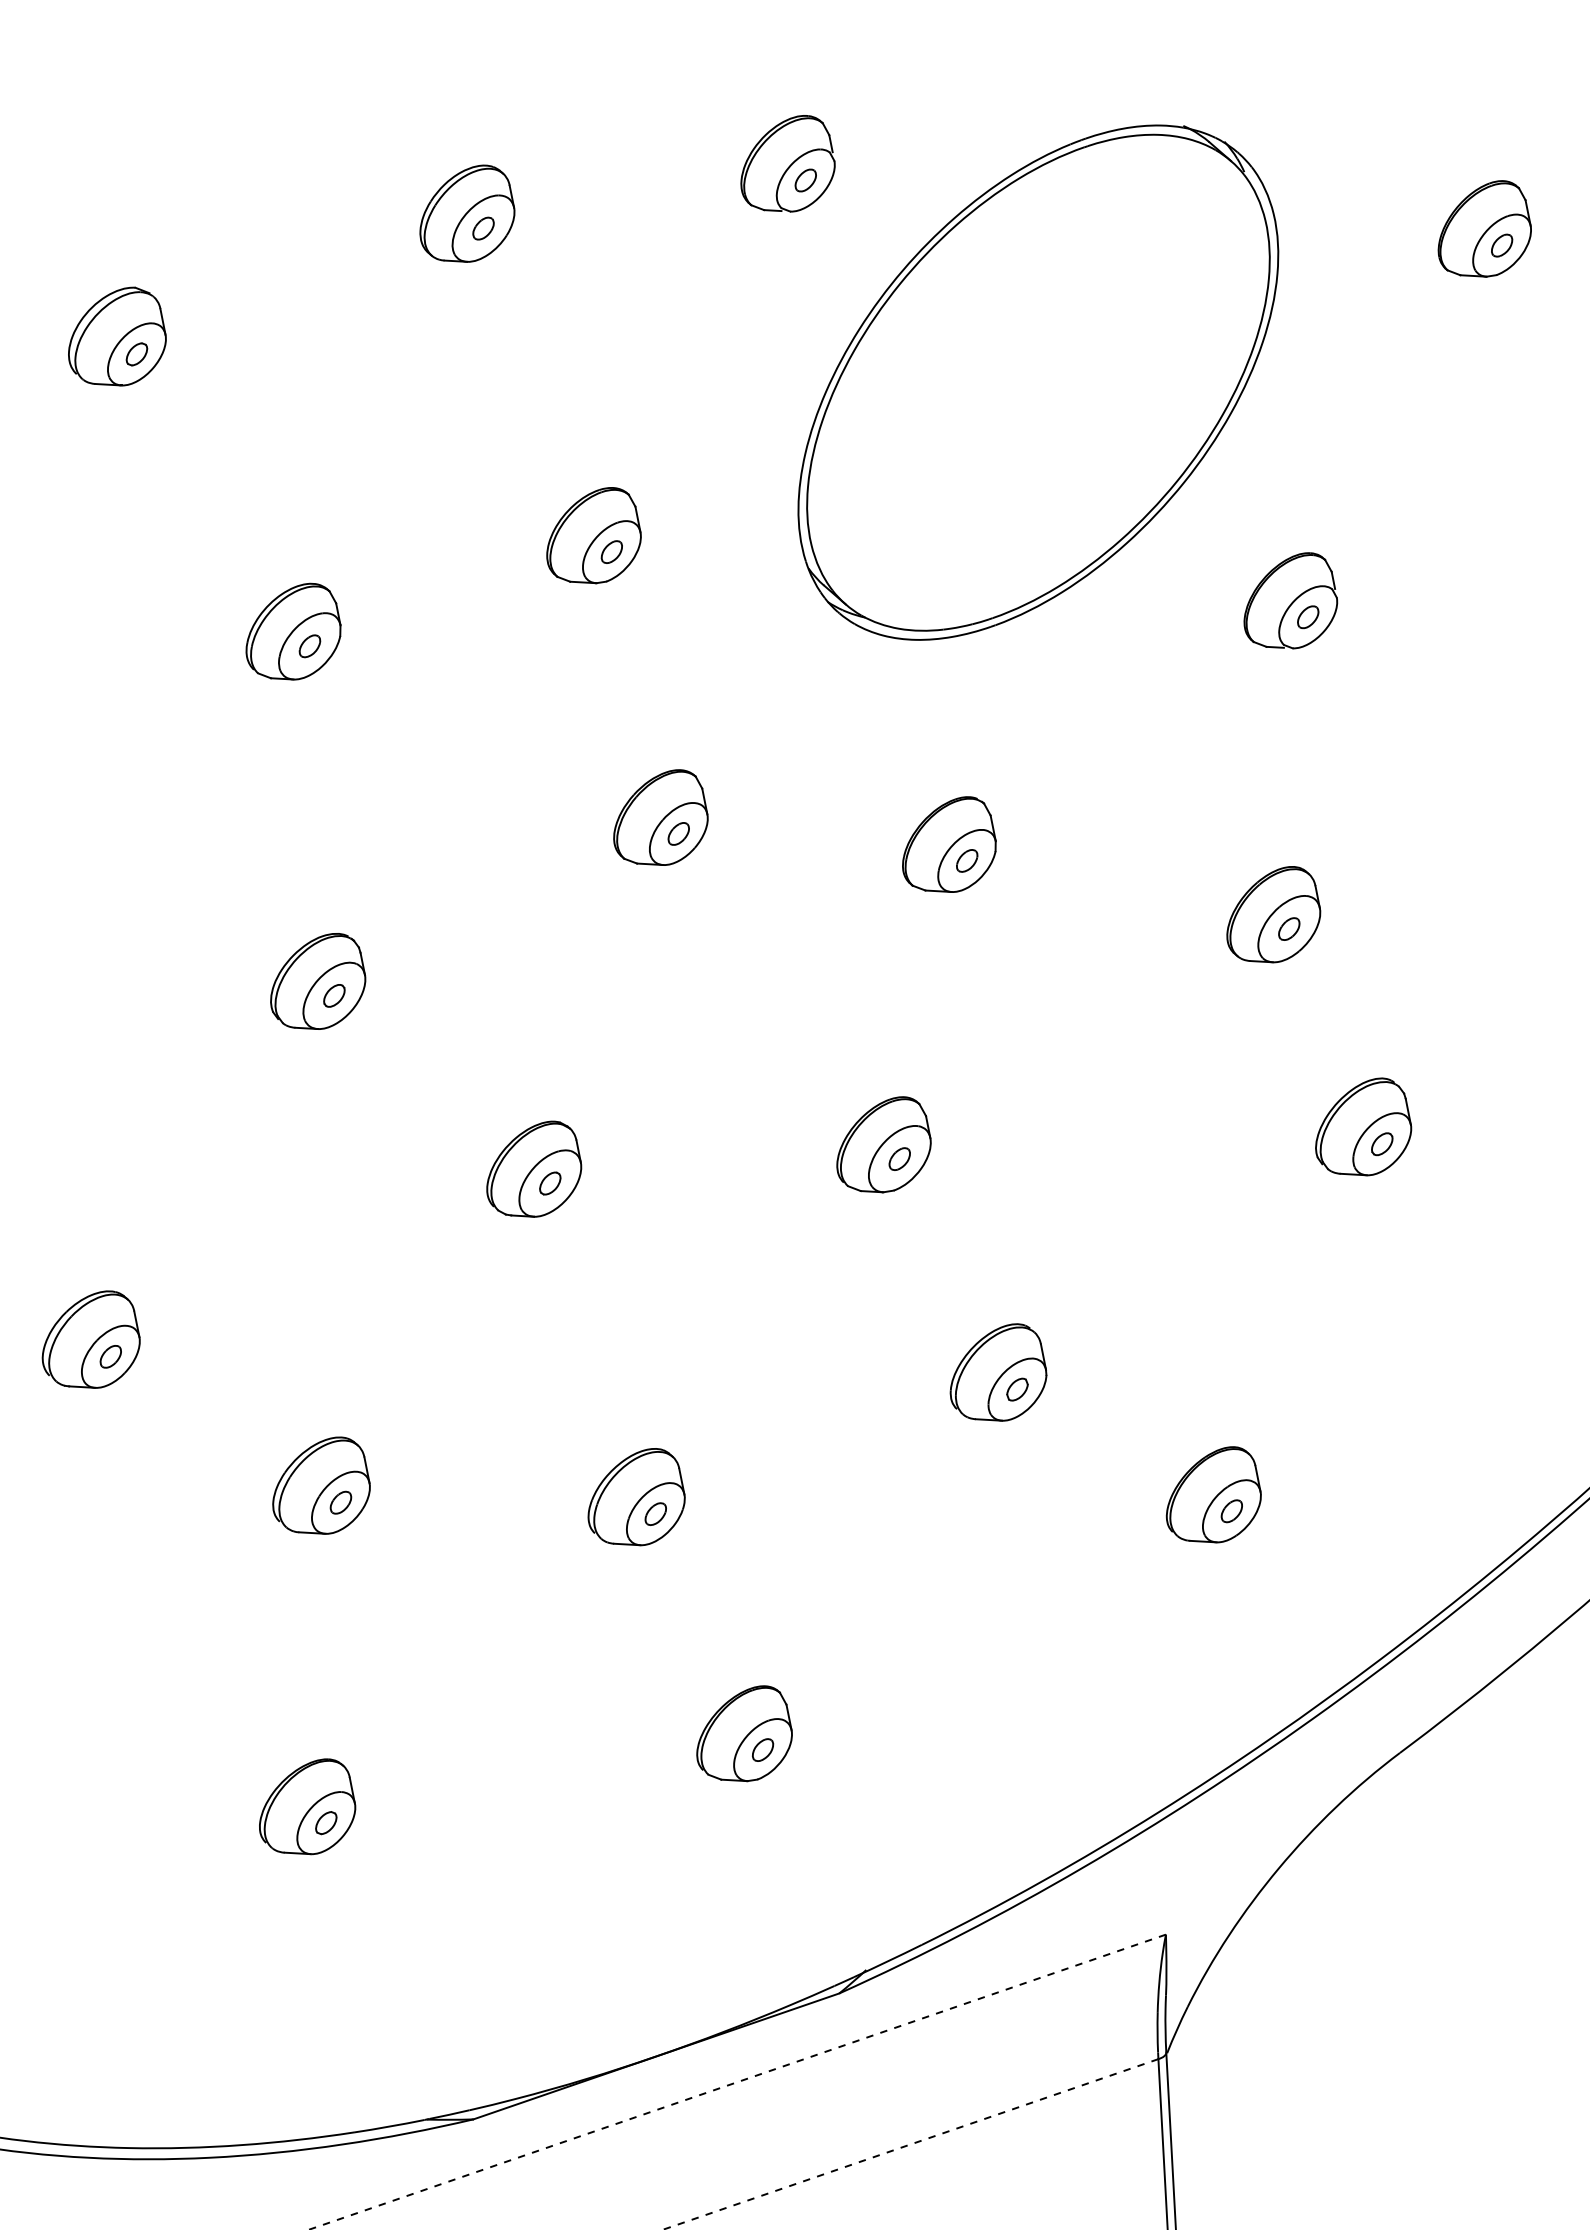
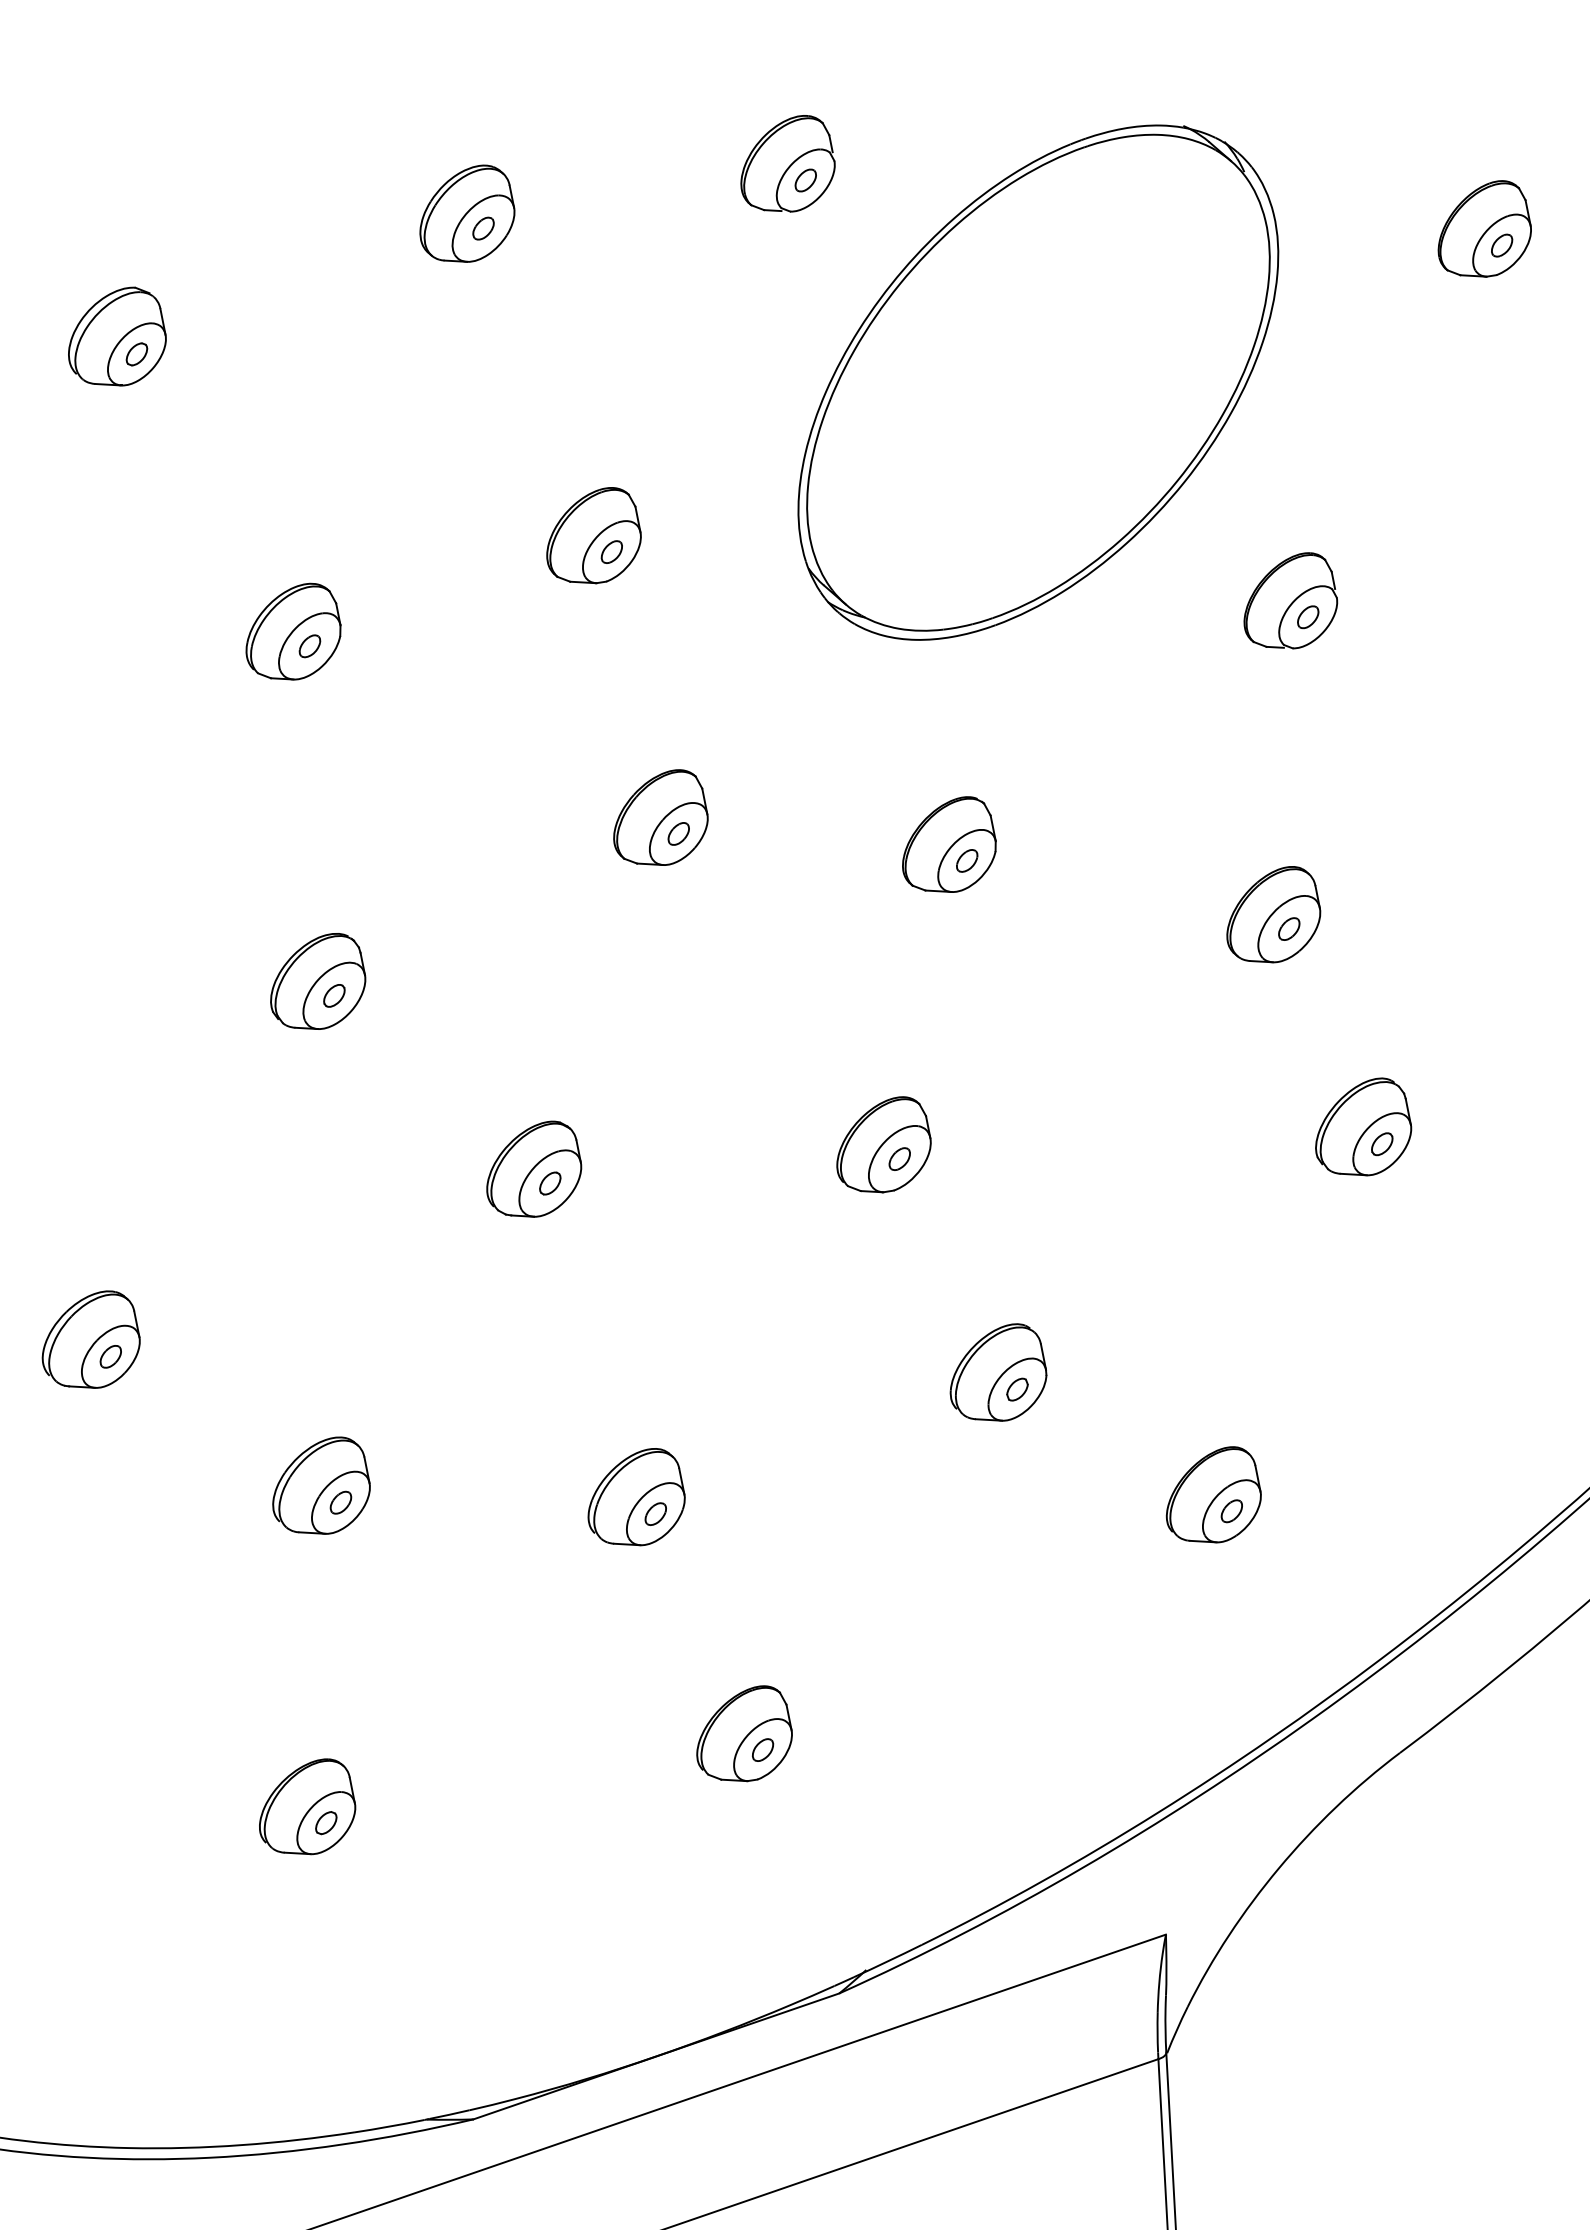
line at (736, 2082): dashed -> solid
line at (909, 2144): dashed -> solid
